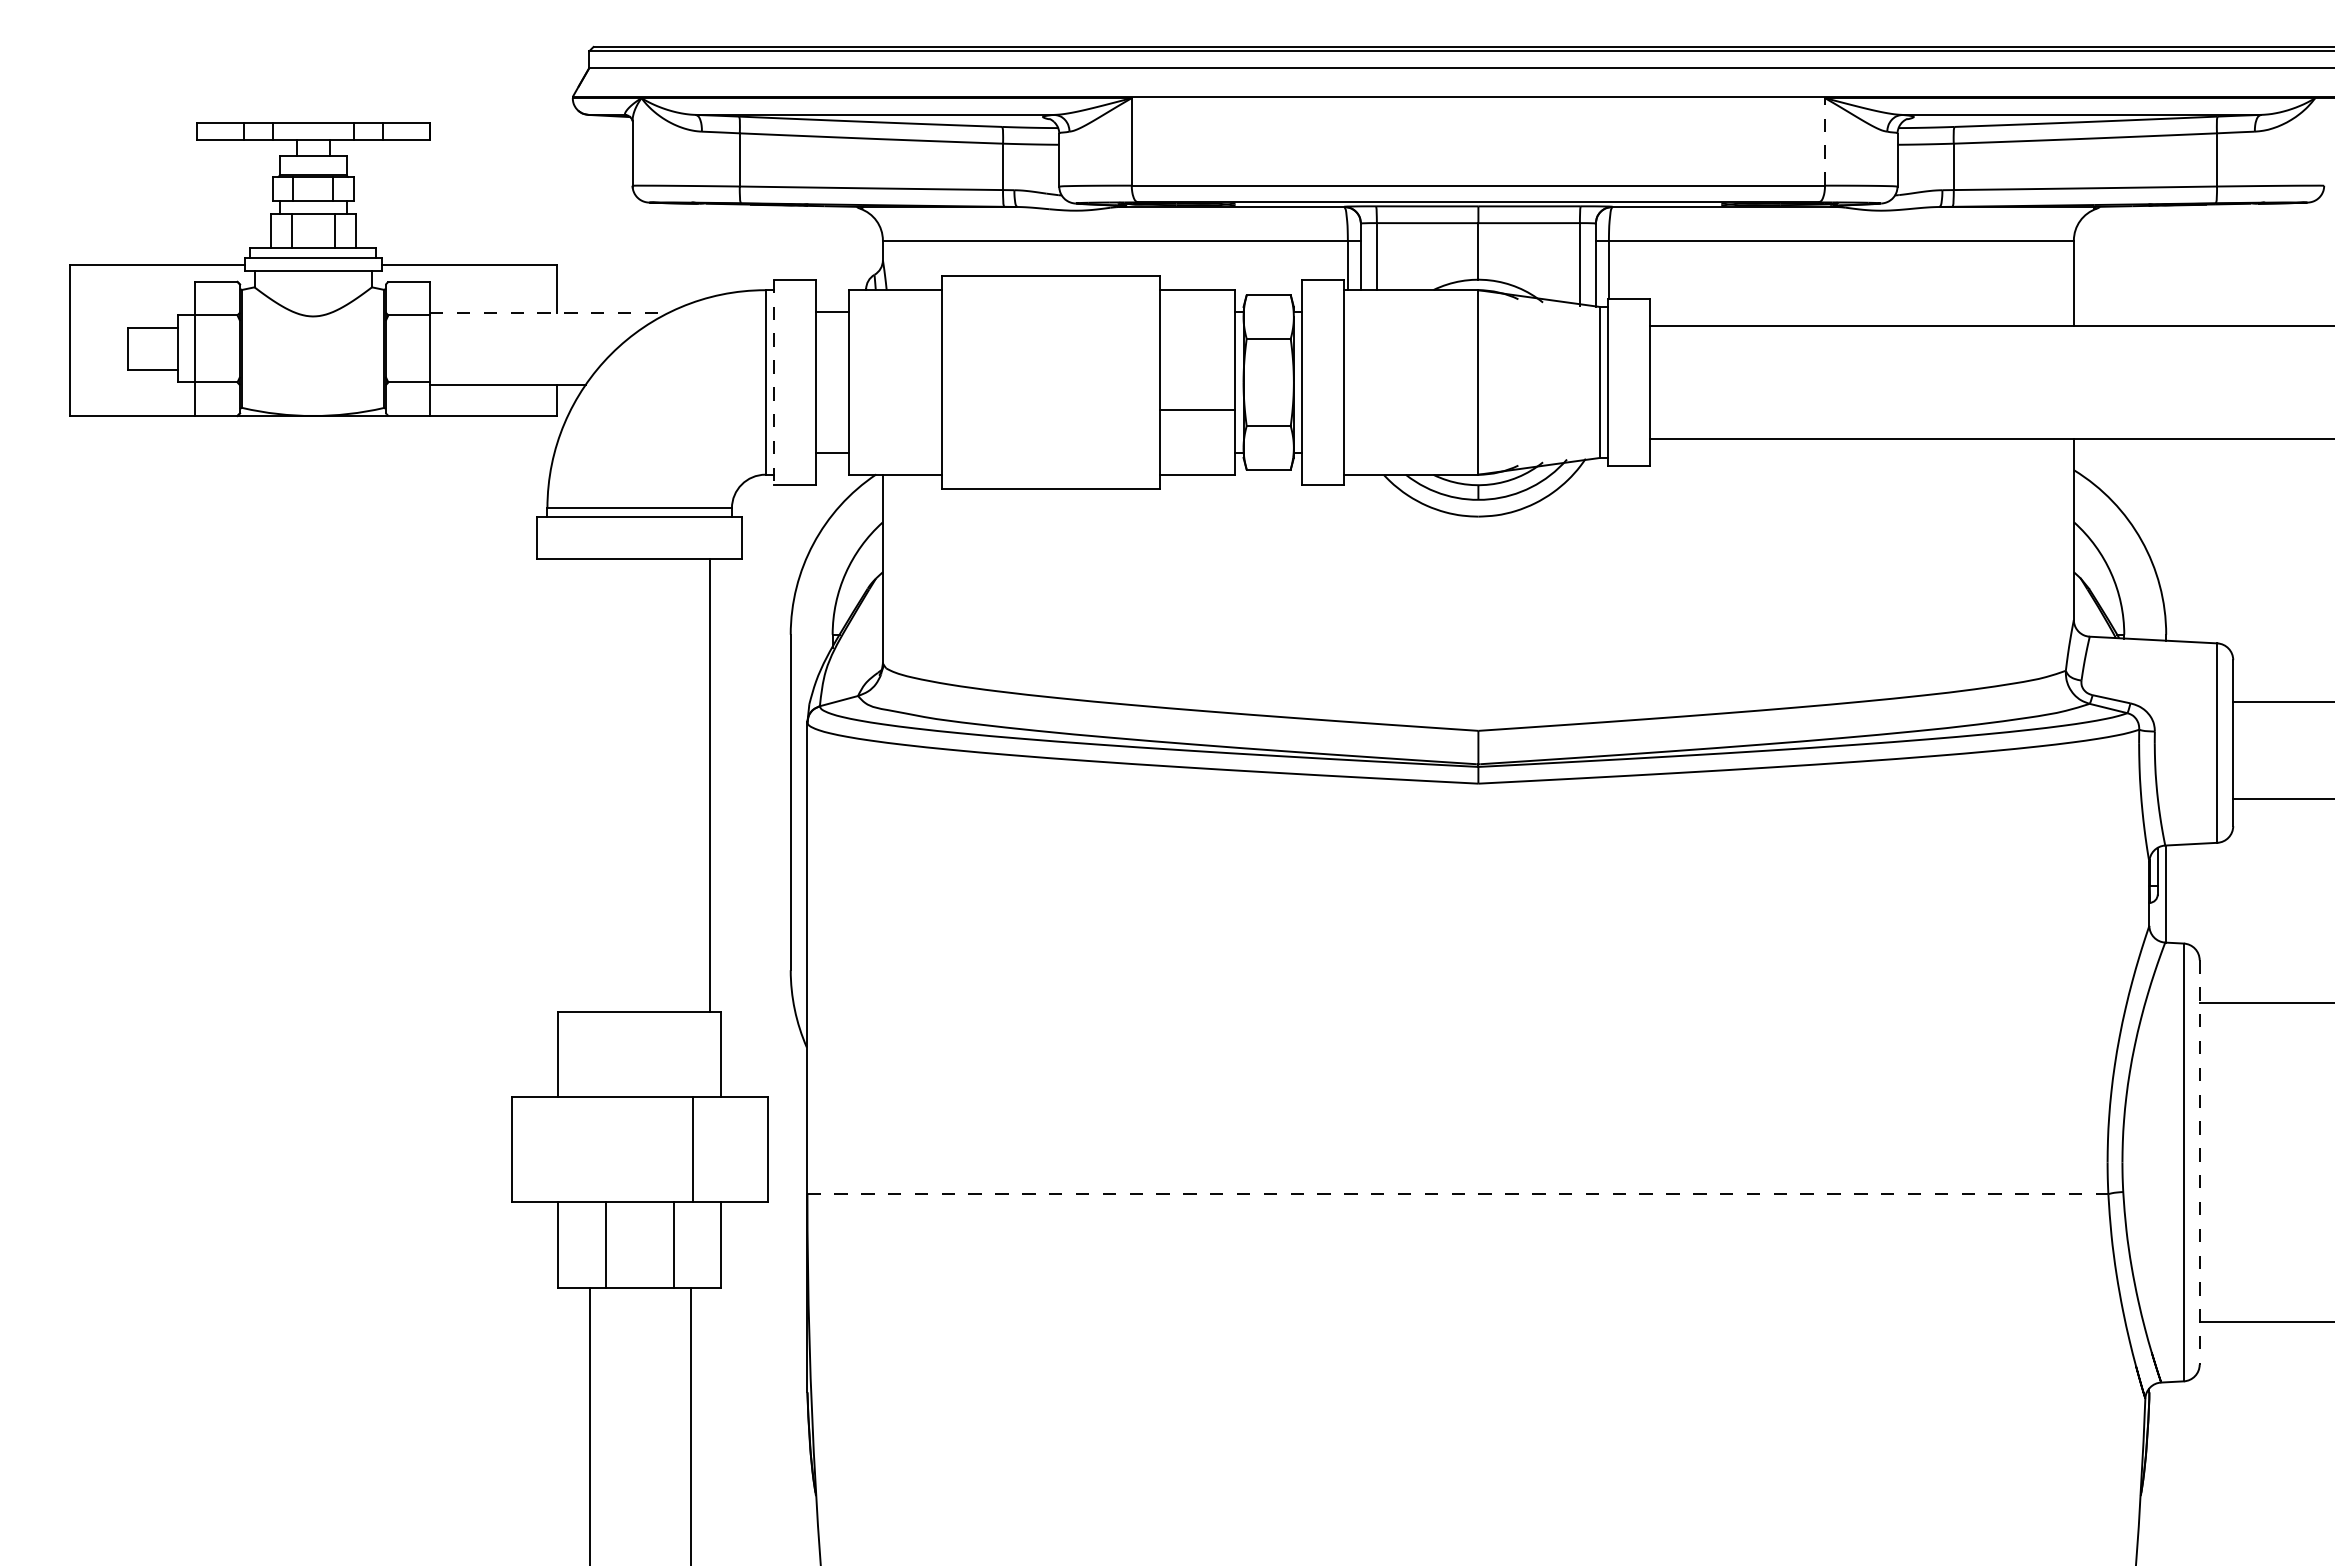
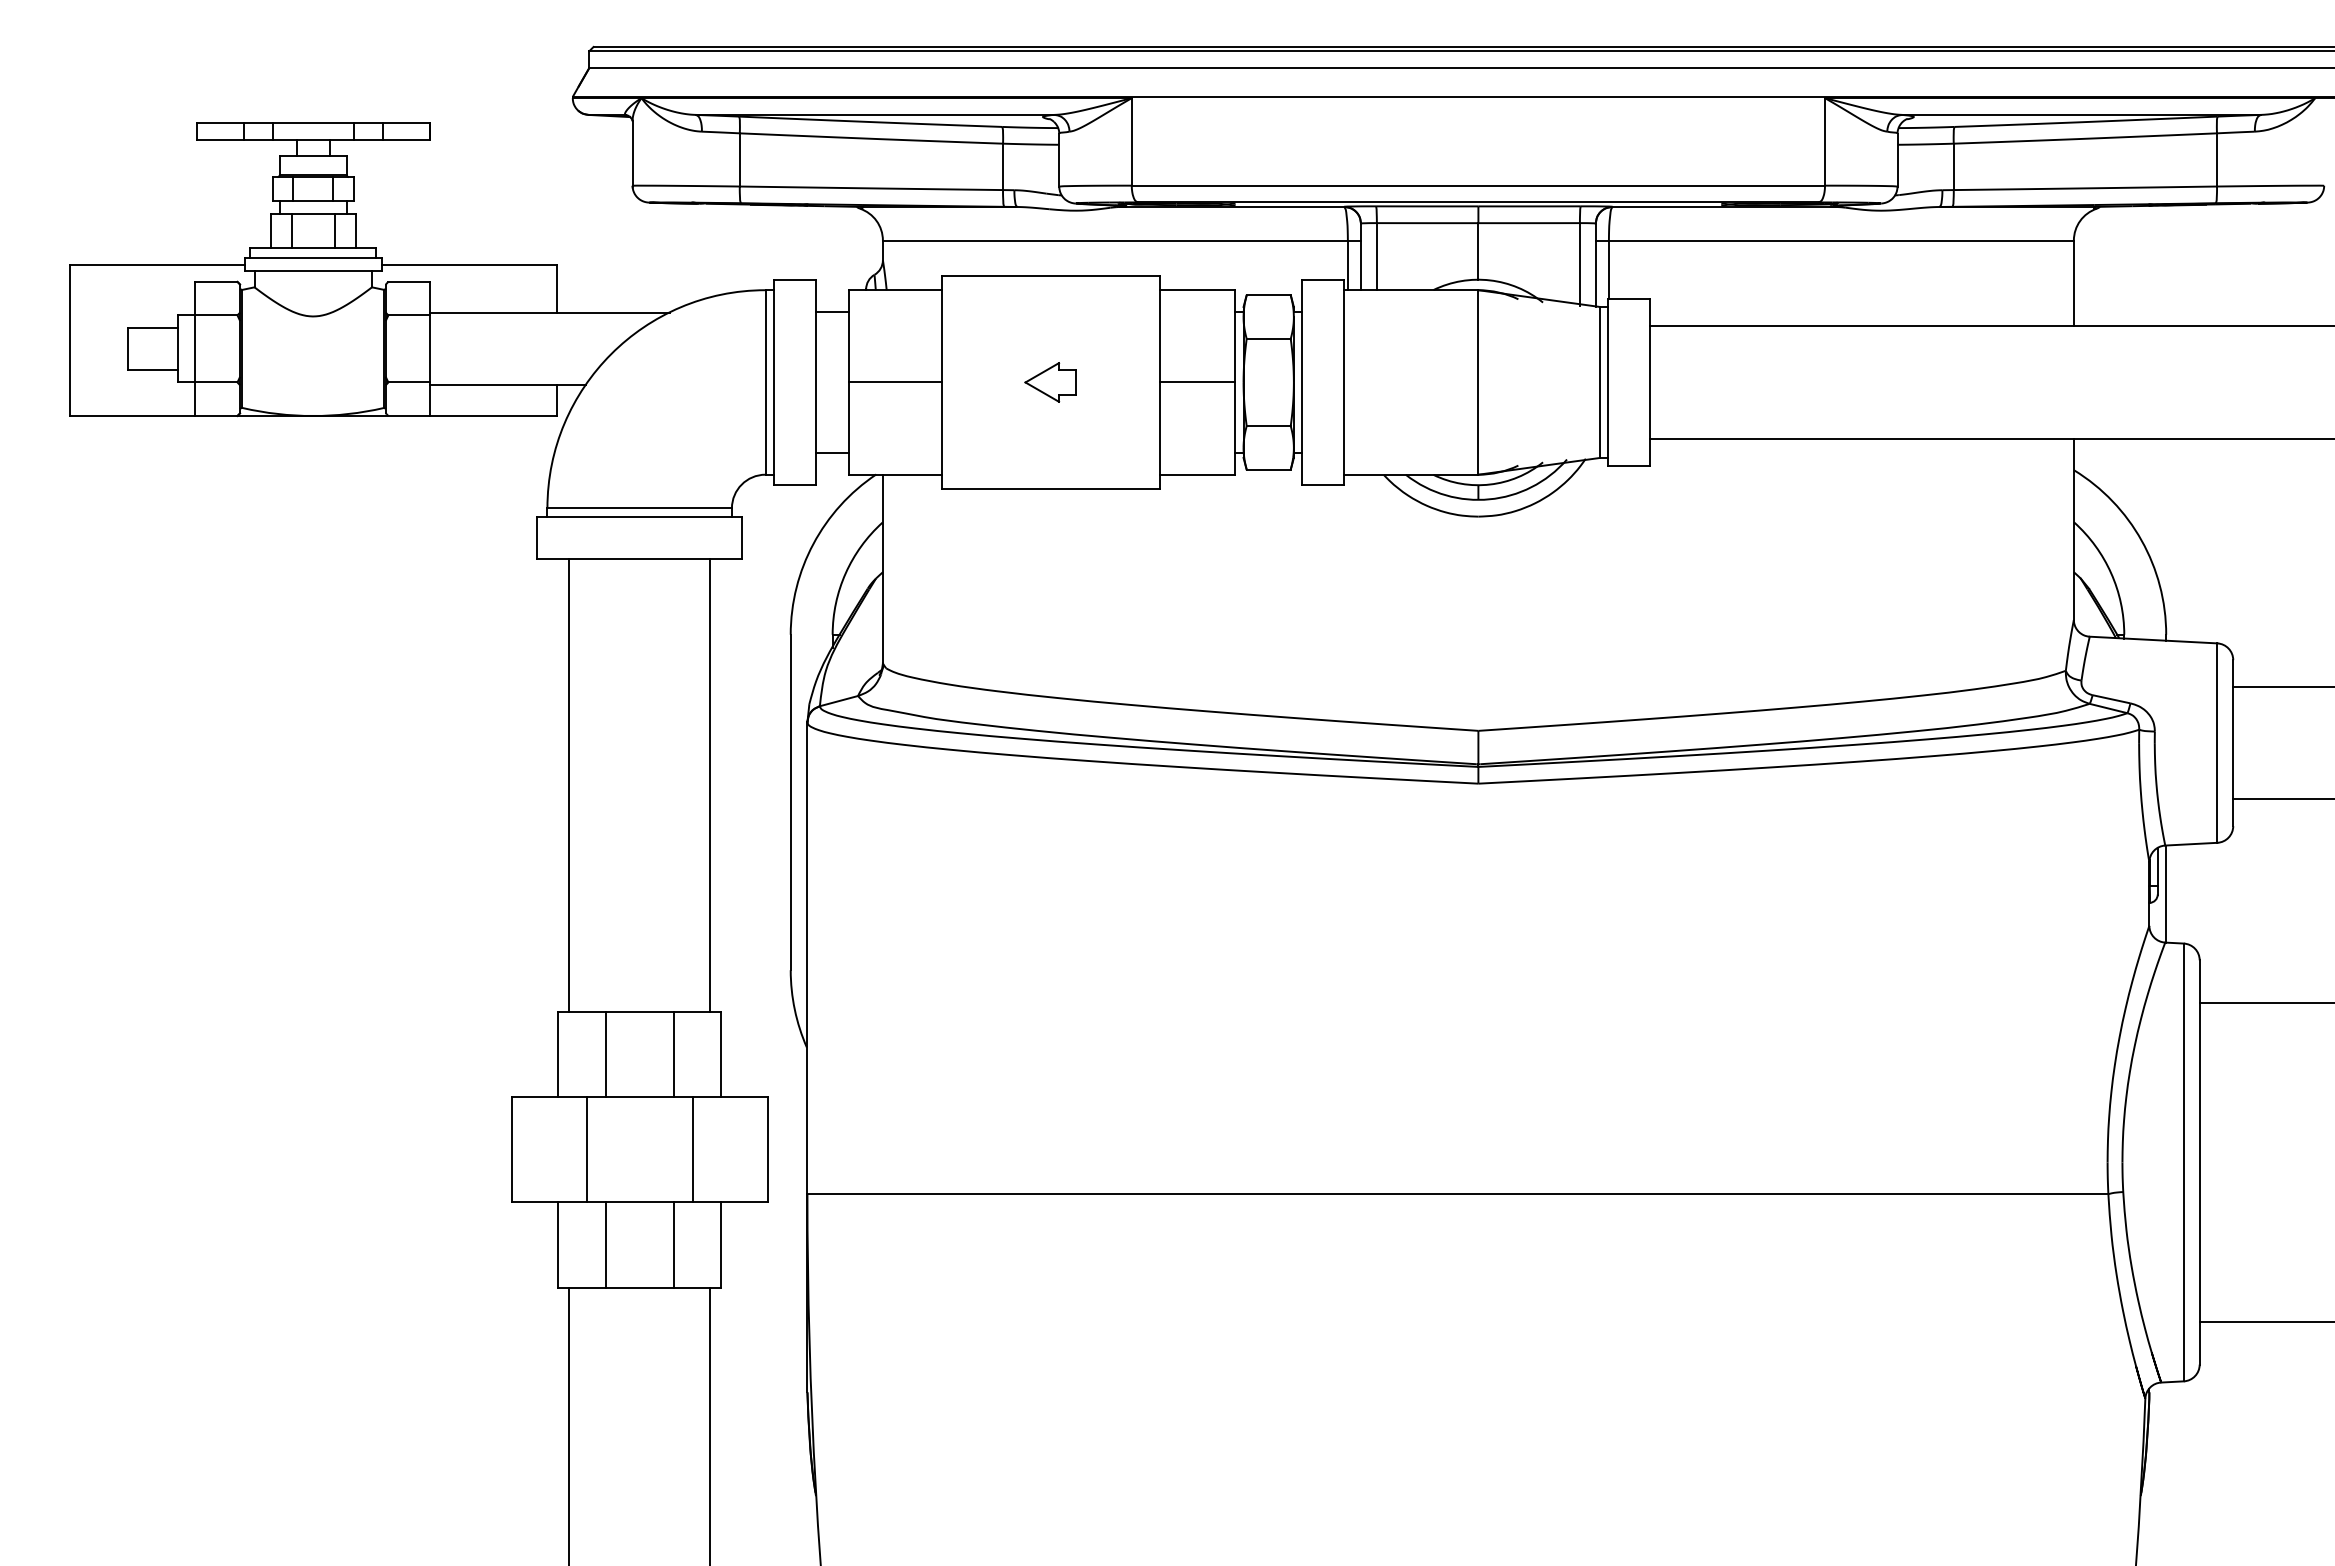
line at (1825, 141): dashed -> solid
line at (549, 312): dashed -> solid
line at (773, 382): dashed -> solid
line at (895, 382): none -> present
part at (1050, 382): none -> present
line at (1197, 410) position: (1197, 410) -> (1197, 382)
line at (2282, 701) position: (2282, 701) -> (2282, 686)
line at (569, 784): none -> present
line at (605, 1054): none -> present
line at (673, 1054): none -> present
line at (586, 1149): none -> present
line at (2199, 1162): dashed -> solid
line at (1458, 1194): dashed -> solid
line at (590, 1425) position: (590, 1425) -> (569, 1425)
line at (691, 1425) position: (691, 1425) -> (710, 1425)
